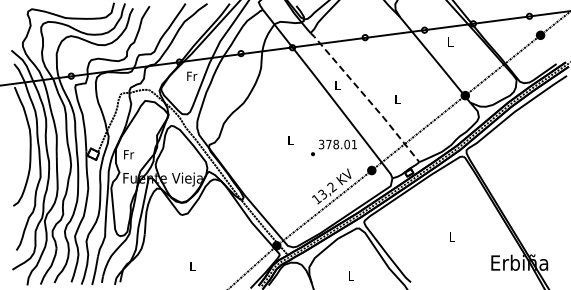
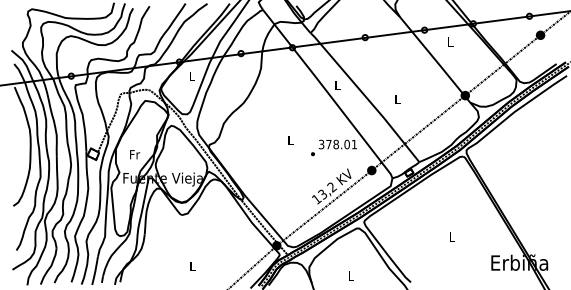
text at (192, 75): Fr -> L
line at (366, 97): dashed -> solid
text at (129, 154) position: (129, 154) -> (135, 154)
